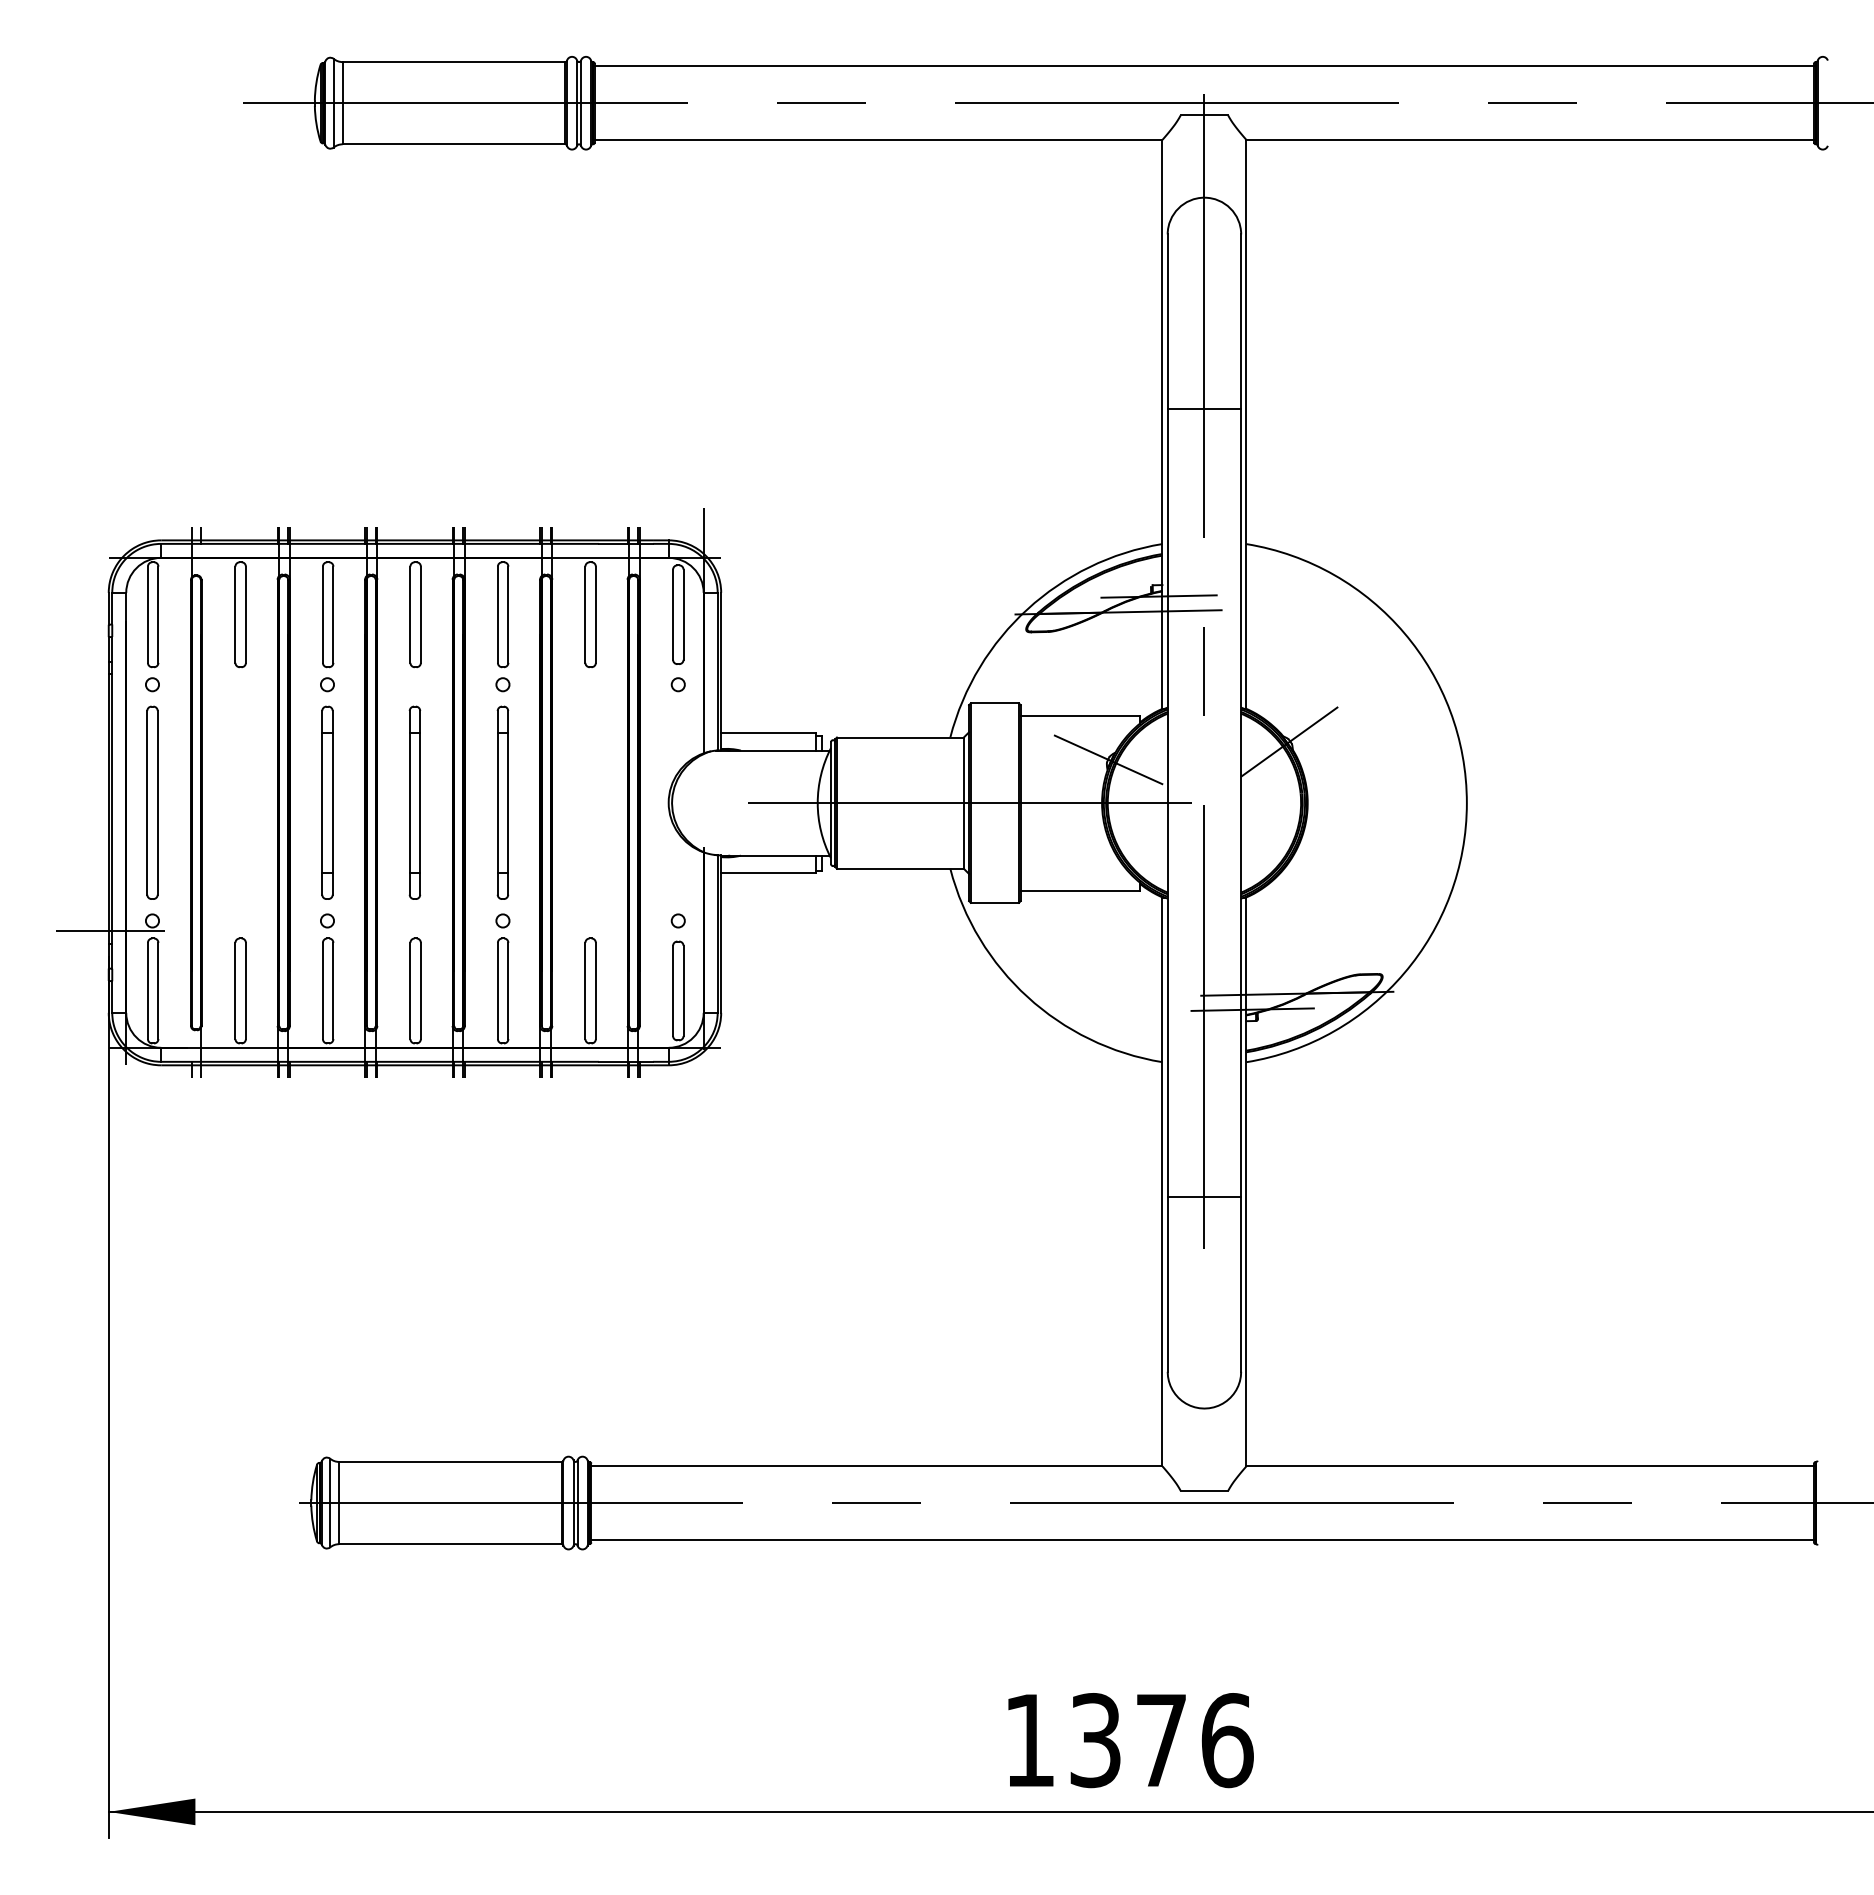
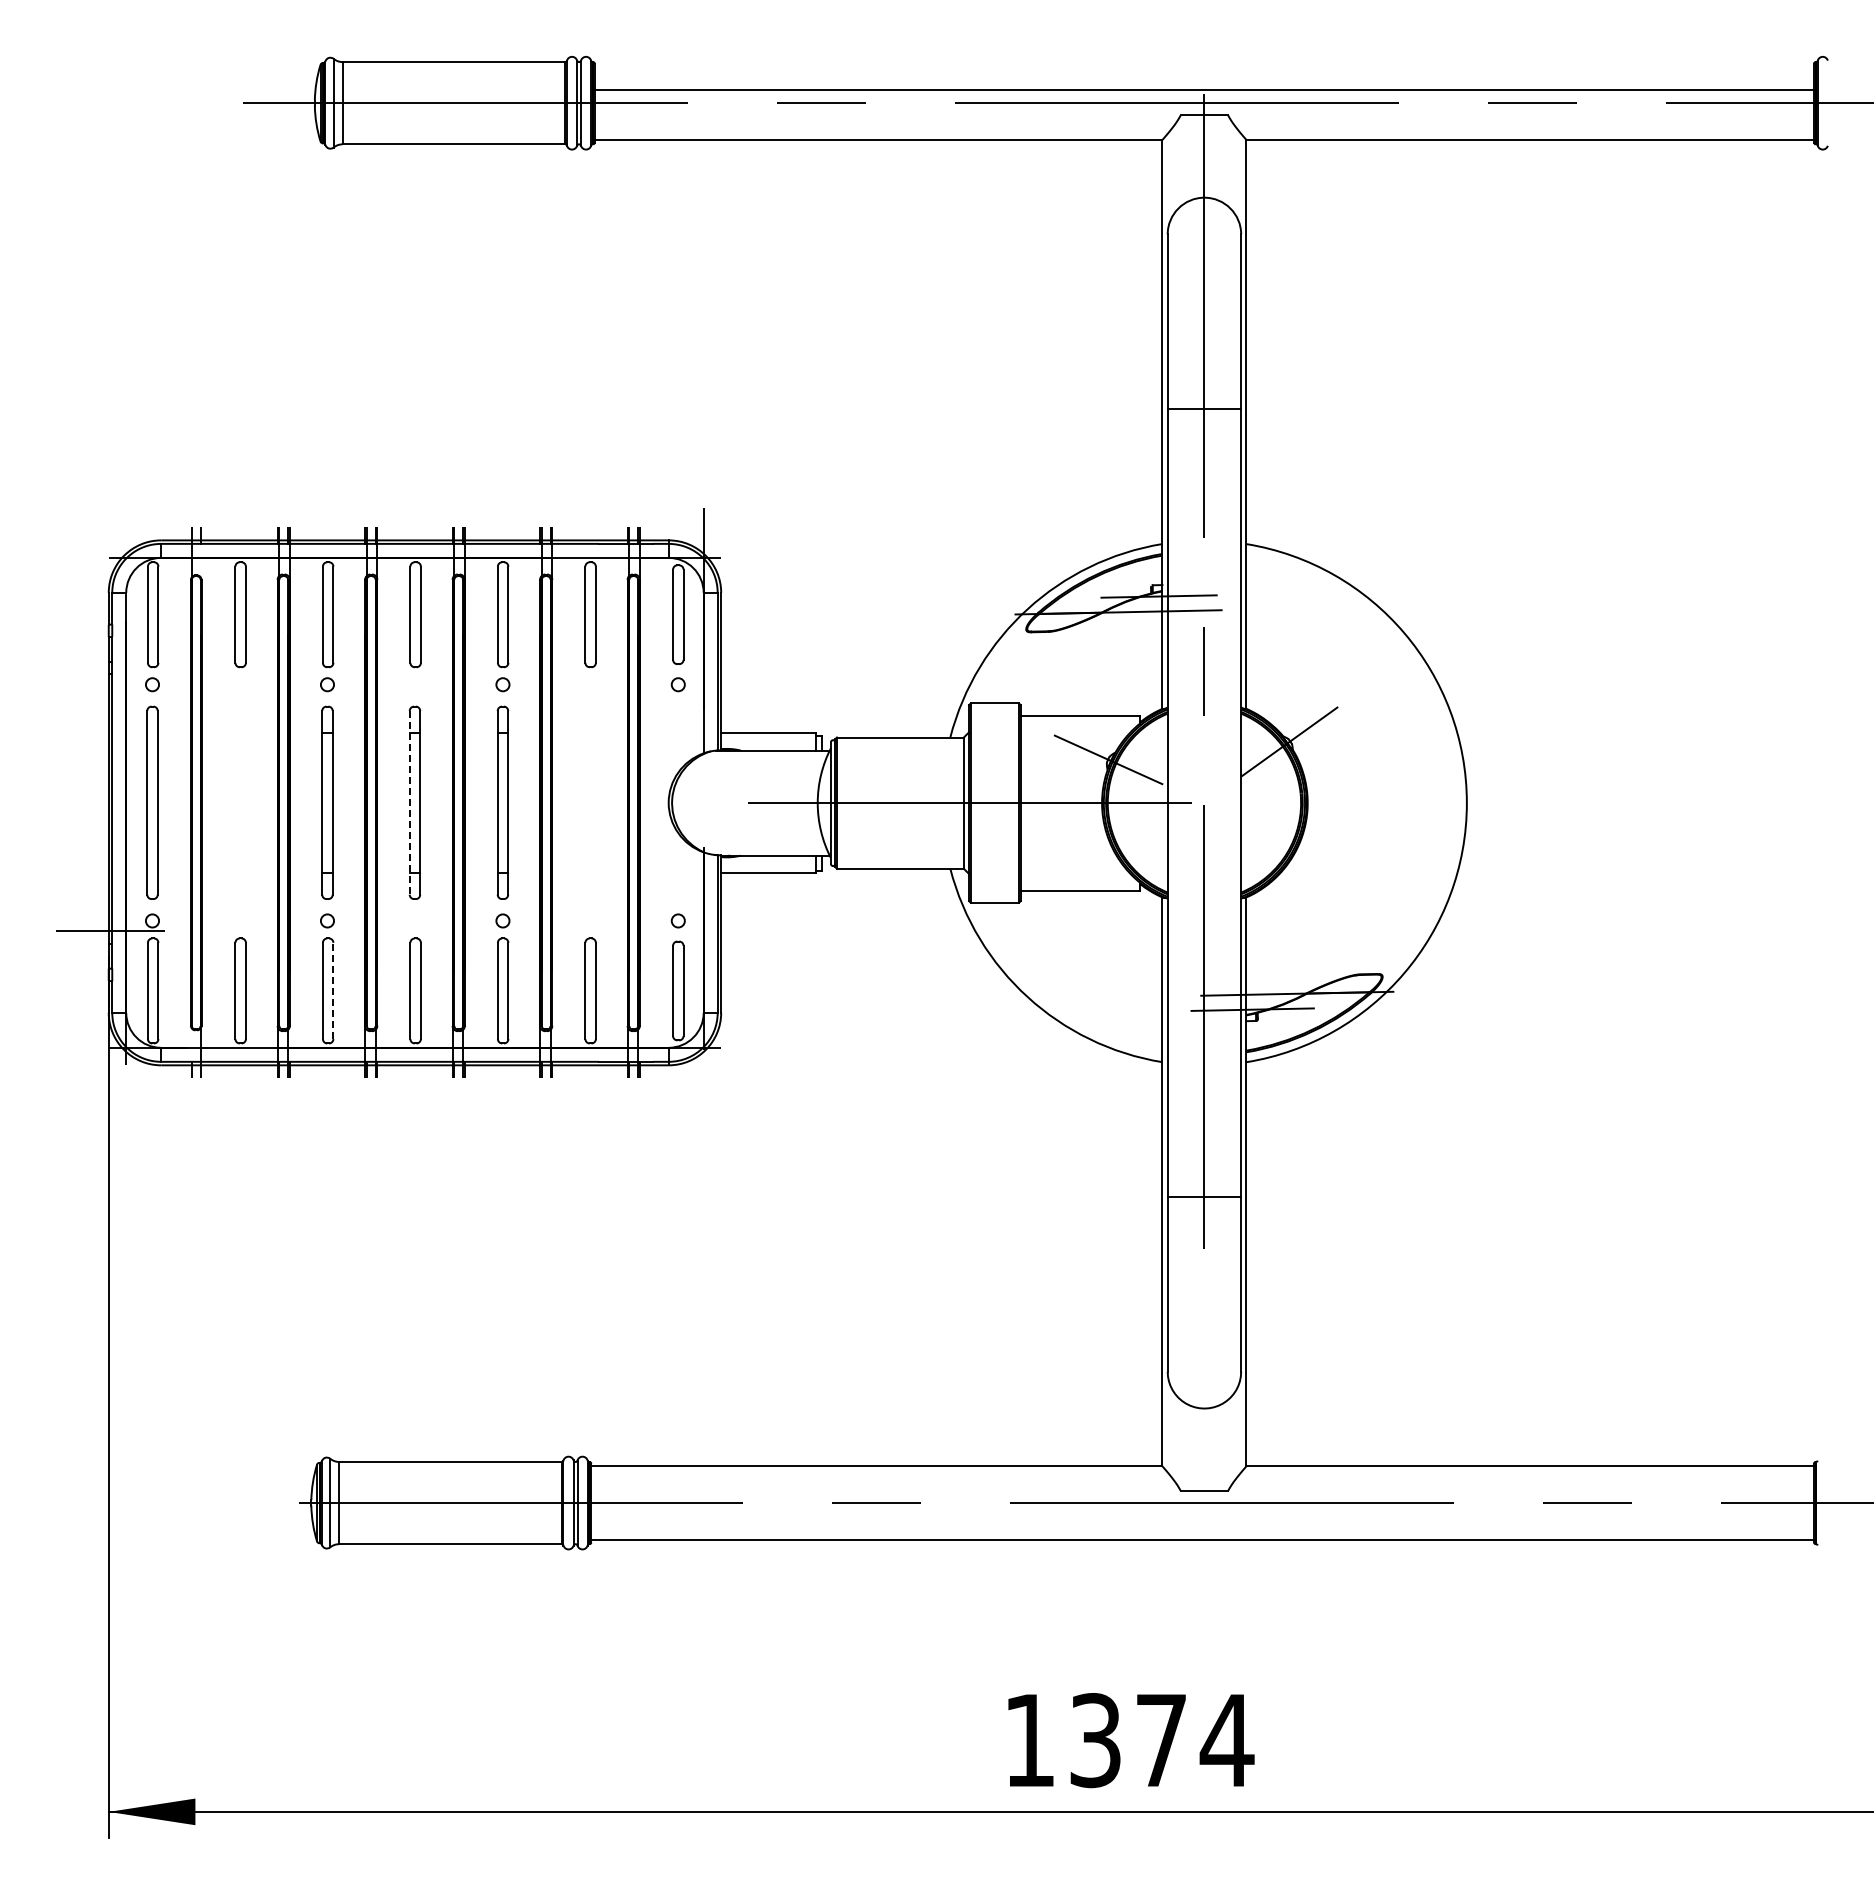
line at (1204, 66) position: (1204, 66) -> (1204, 90)
line at (409, 802): solid -> dashed
line at (333, 990): solid -> dashed
text at (1226, 1740): 1376 -> 1374
